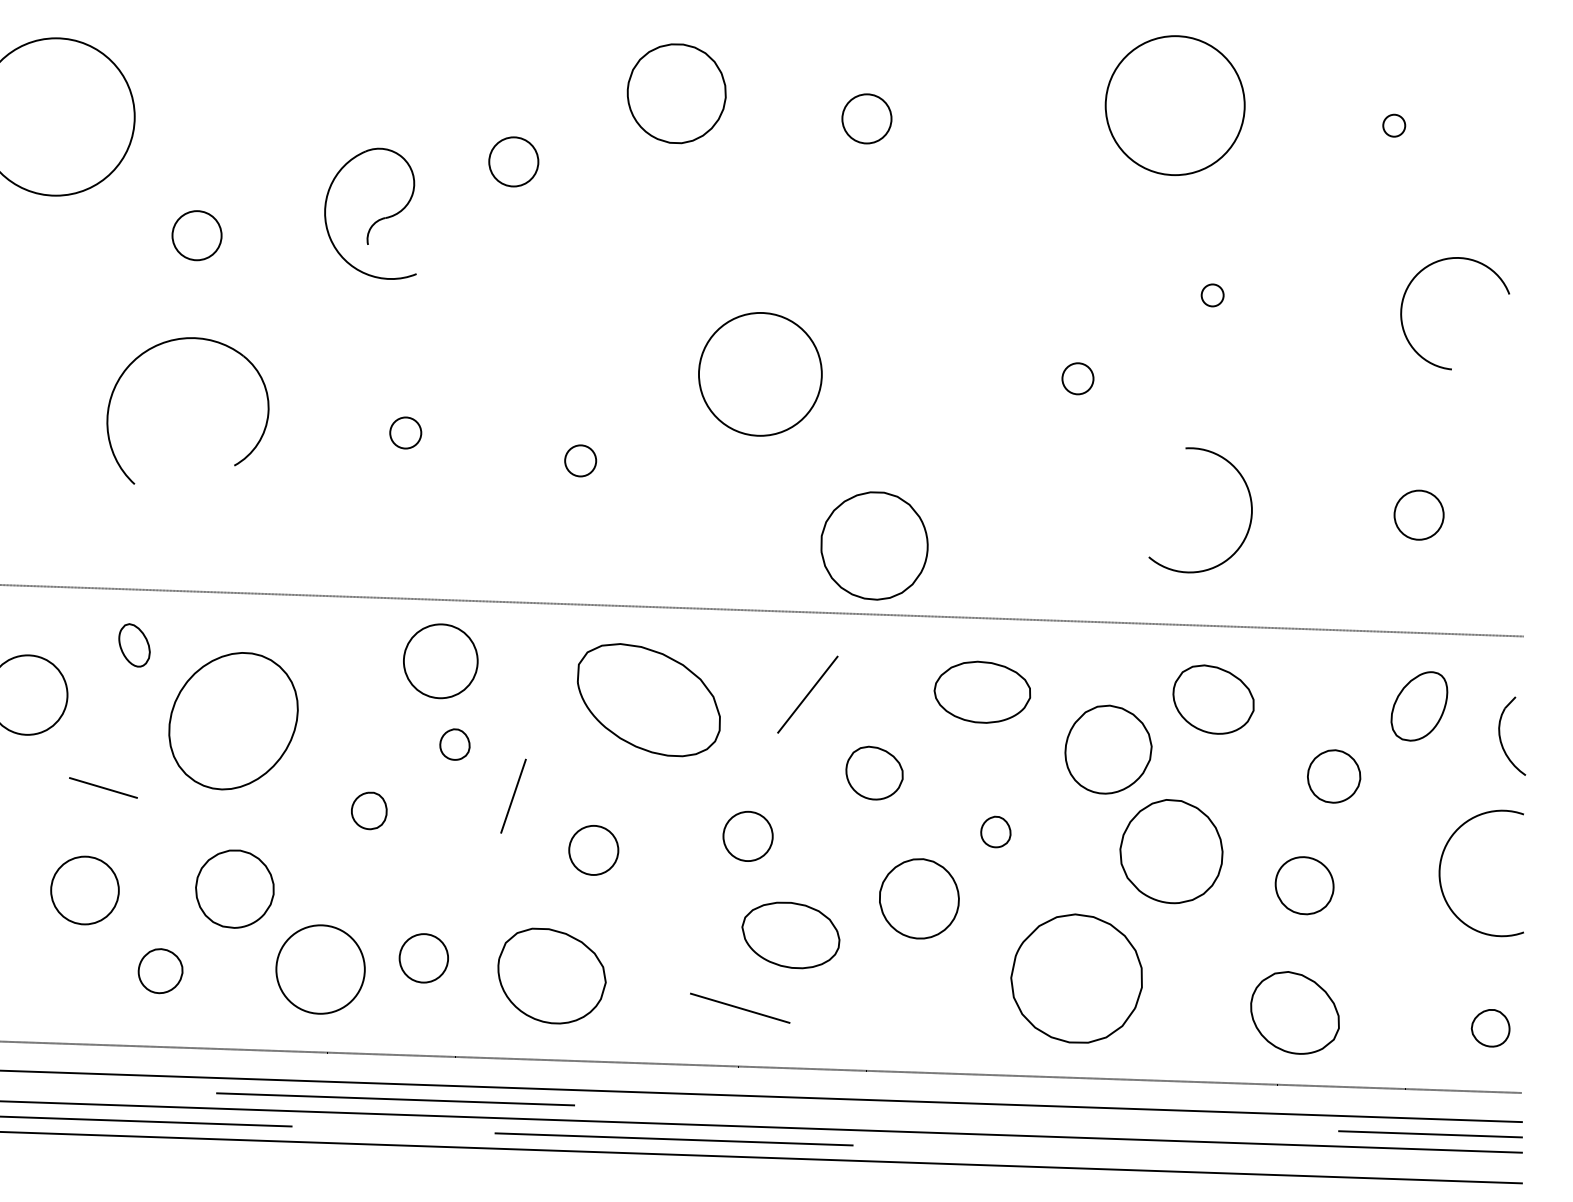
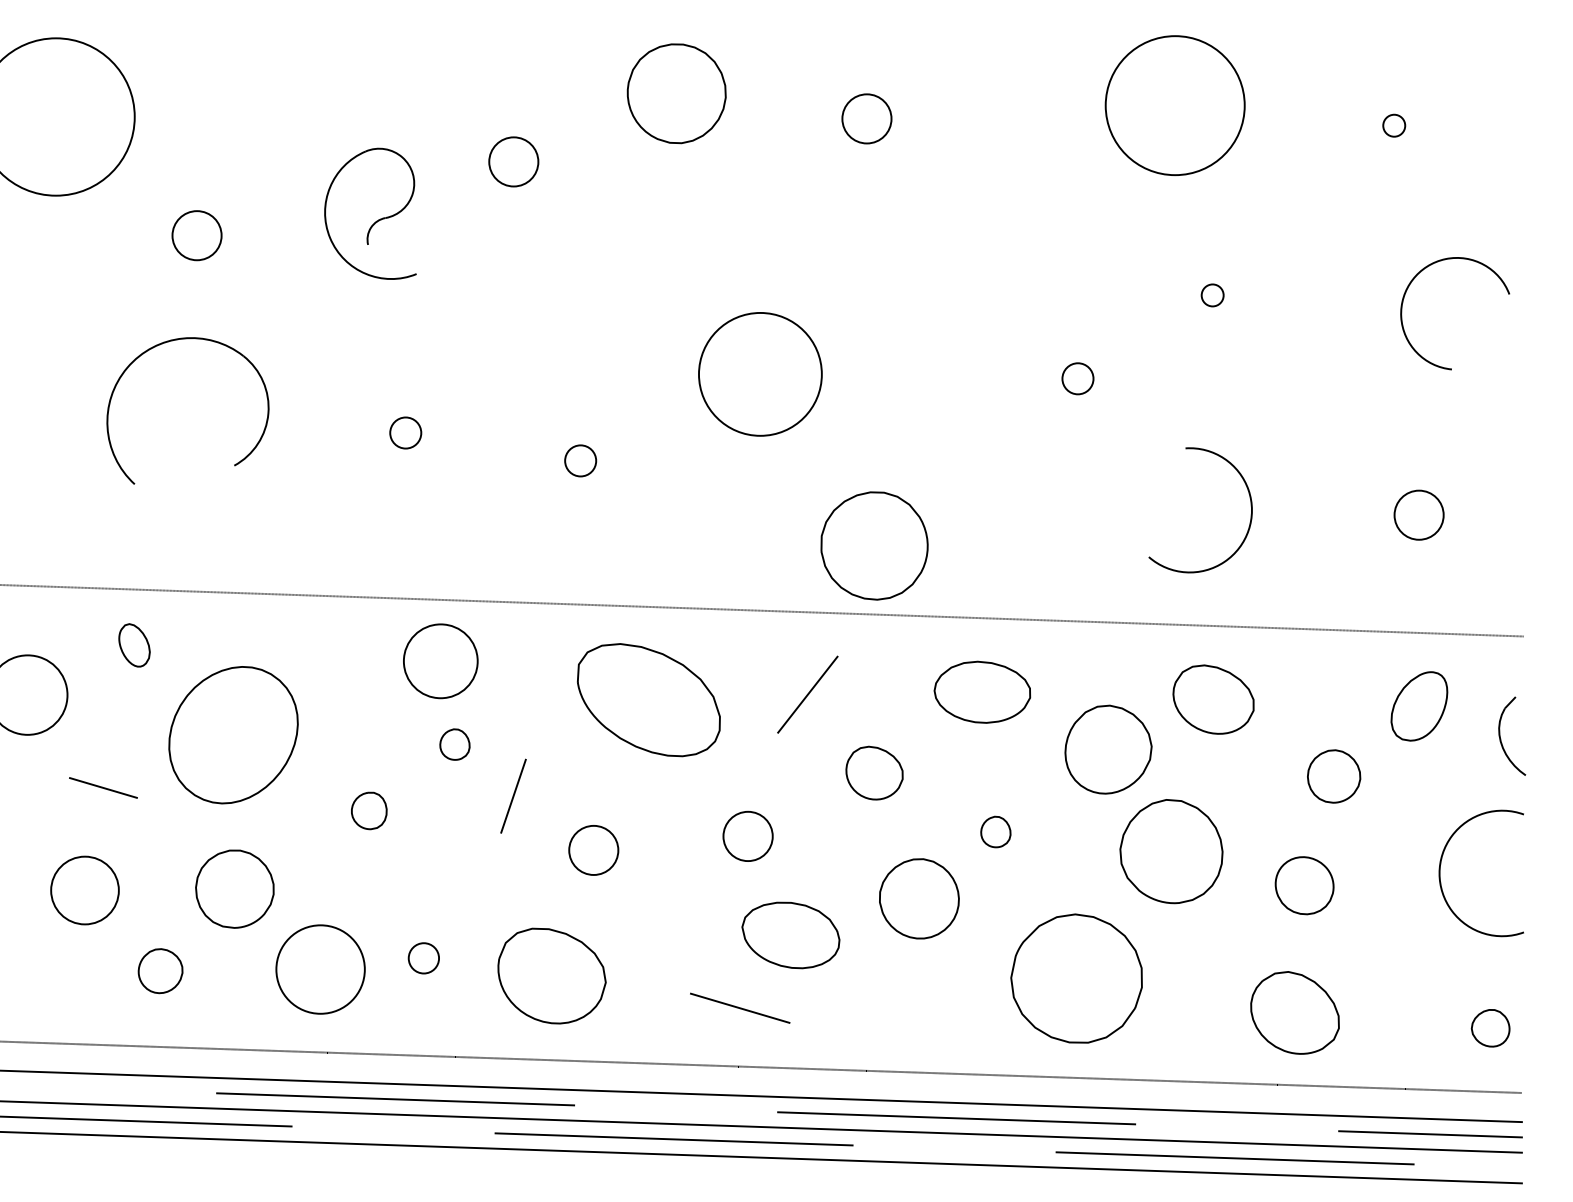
part at (233, 721) position: (233, 721) -> (233, 735)
circle at (423, 958) diameter: 48 px -> 30 px
line at (956, 1118): none -> present
line at (1234, 1158): none -> present
